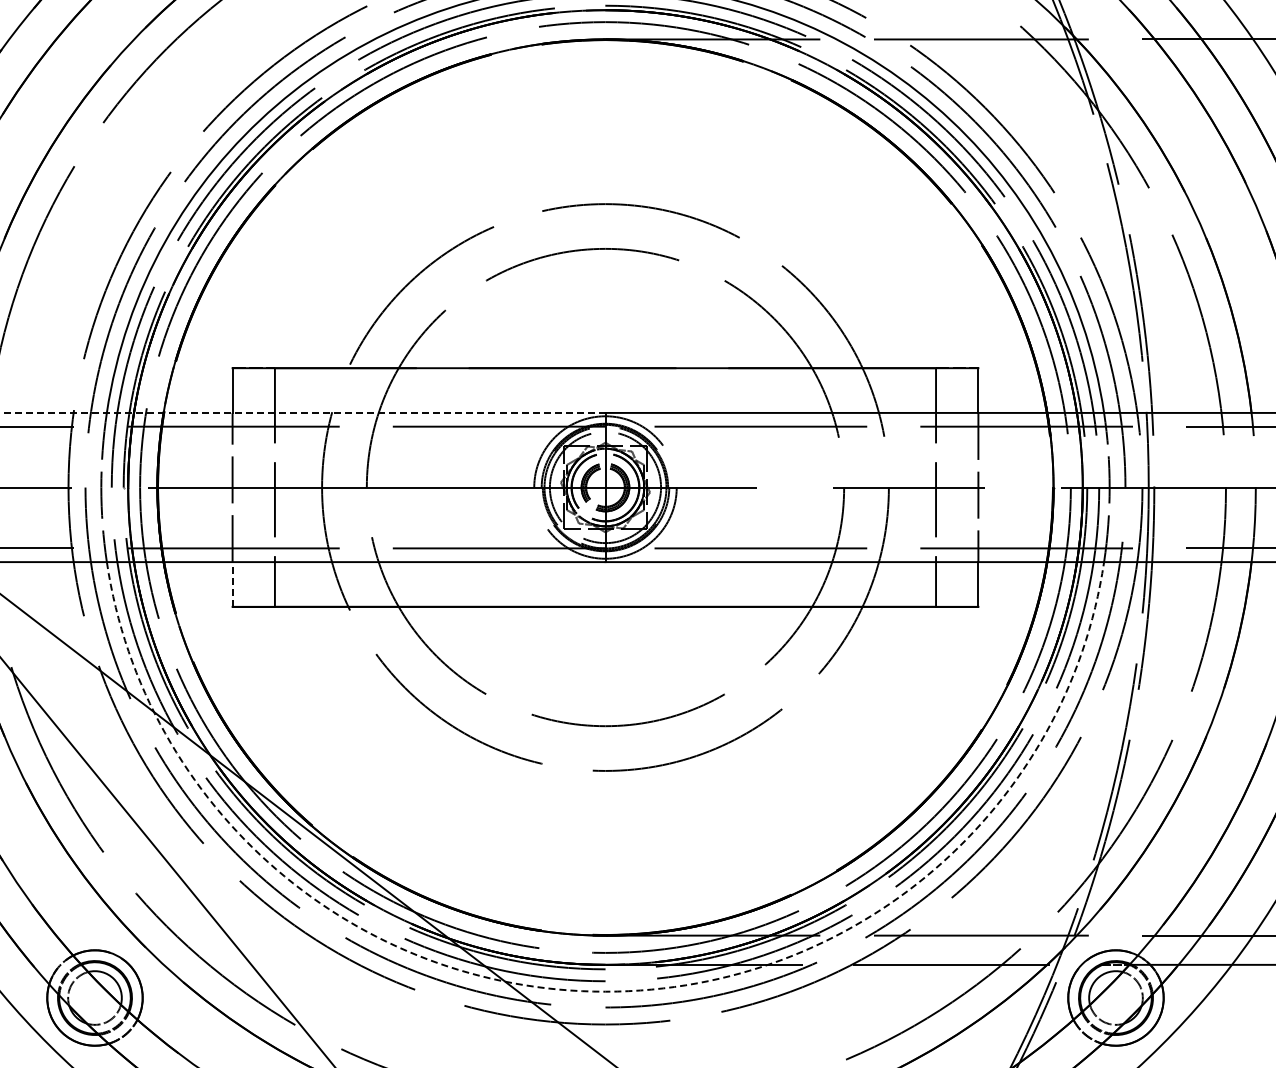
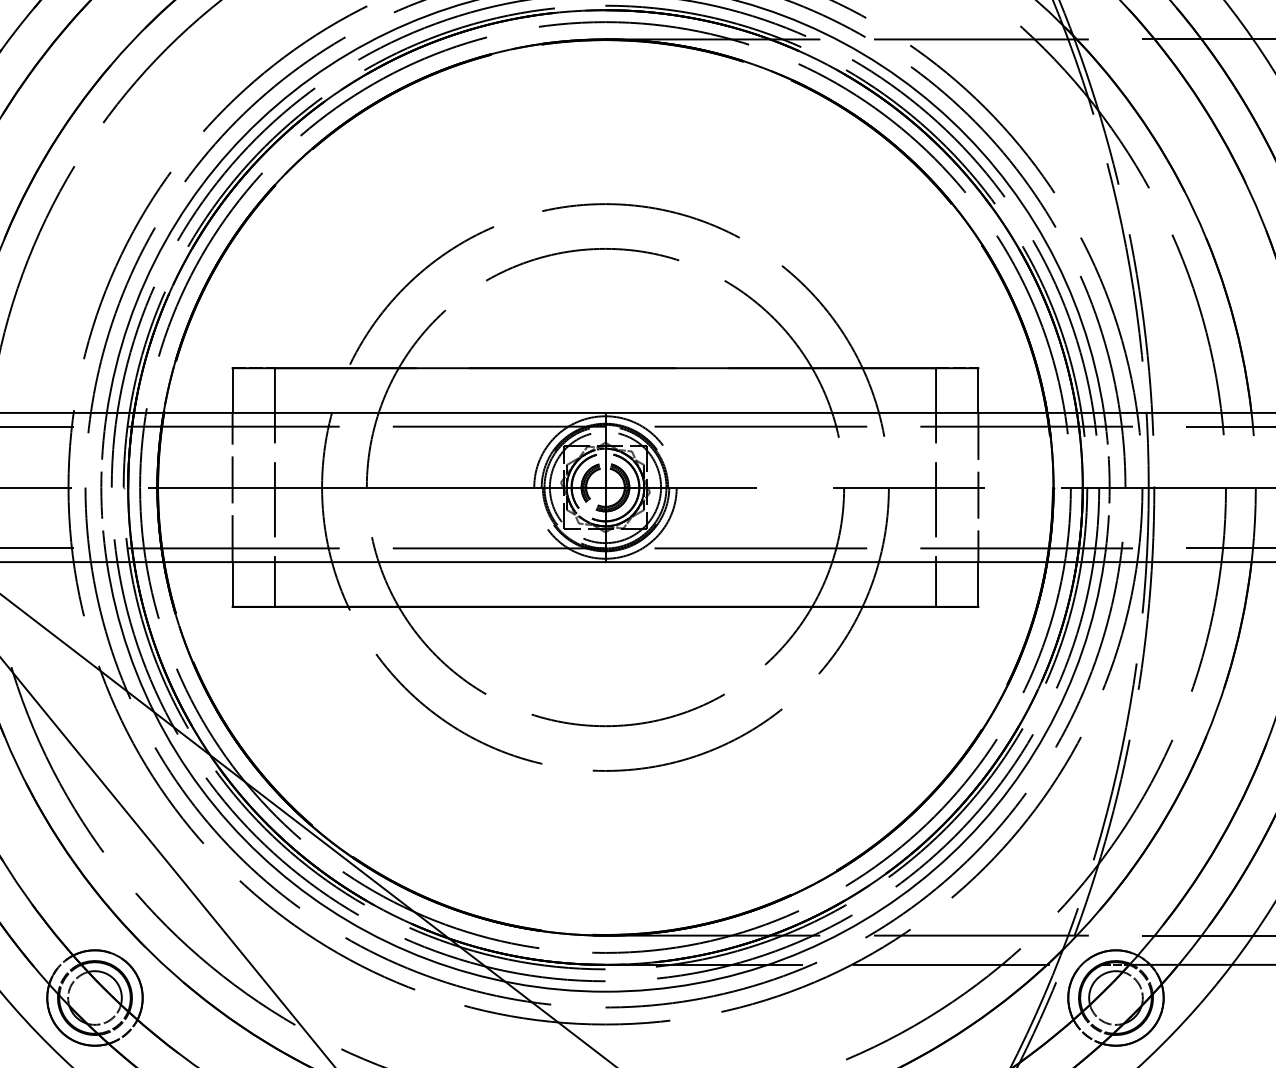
line at (302, 412): dashed -> solid
line at (232, 583): dashed -> solid
arc at (605, 991): dashed -> solid
